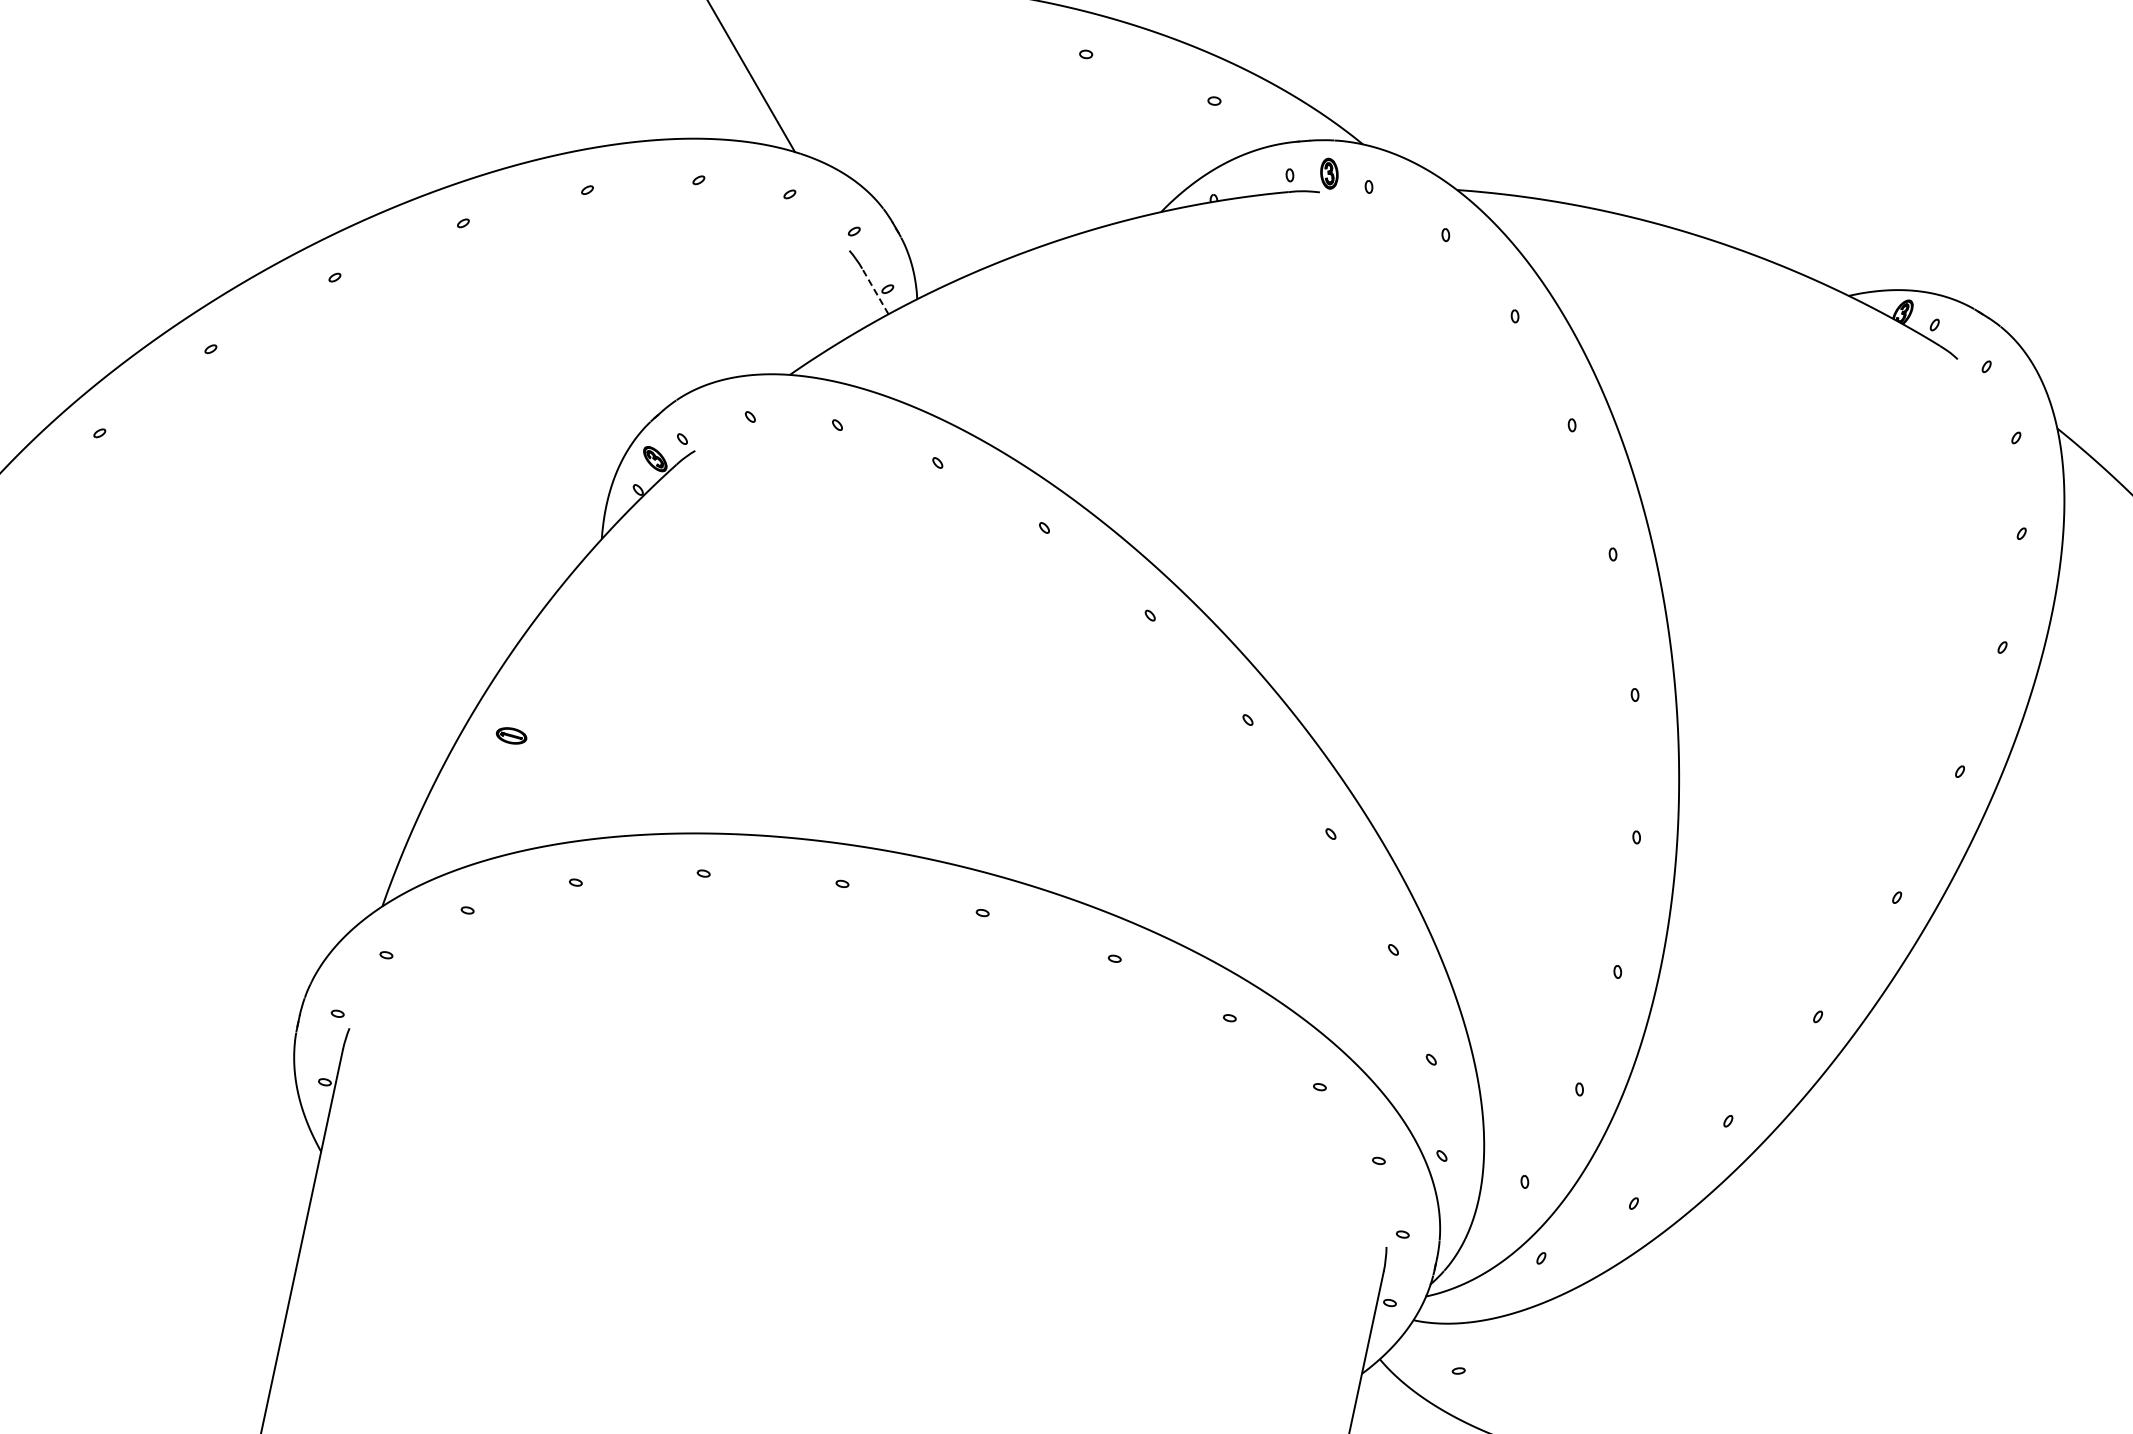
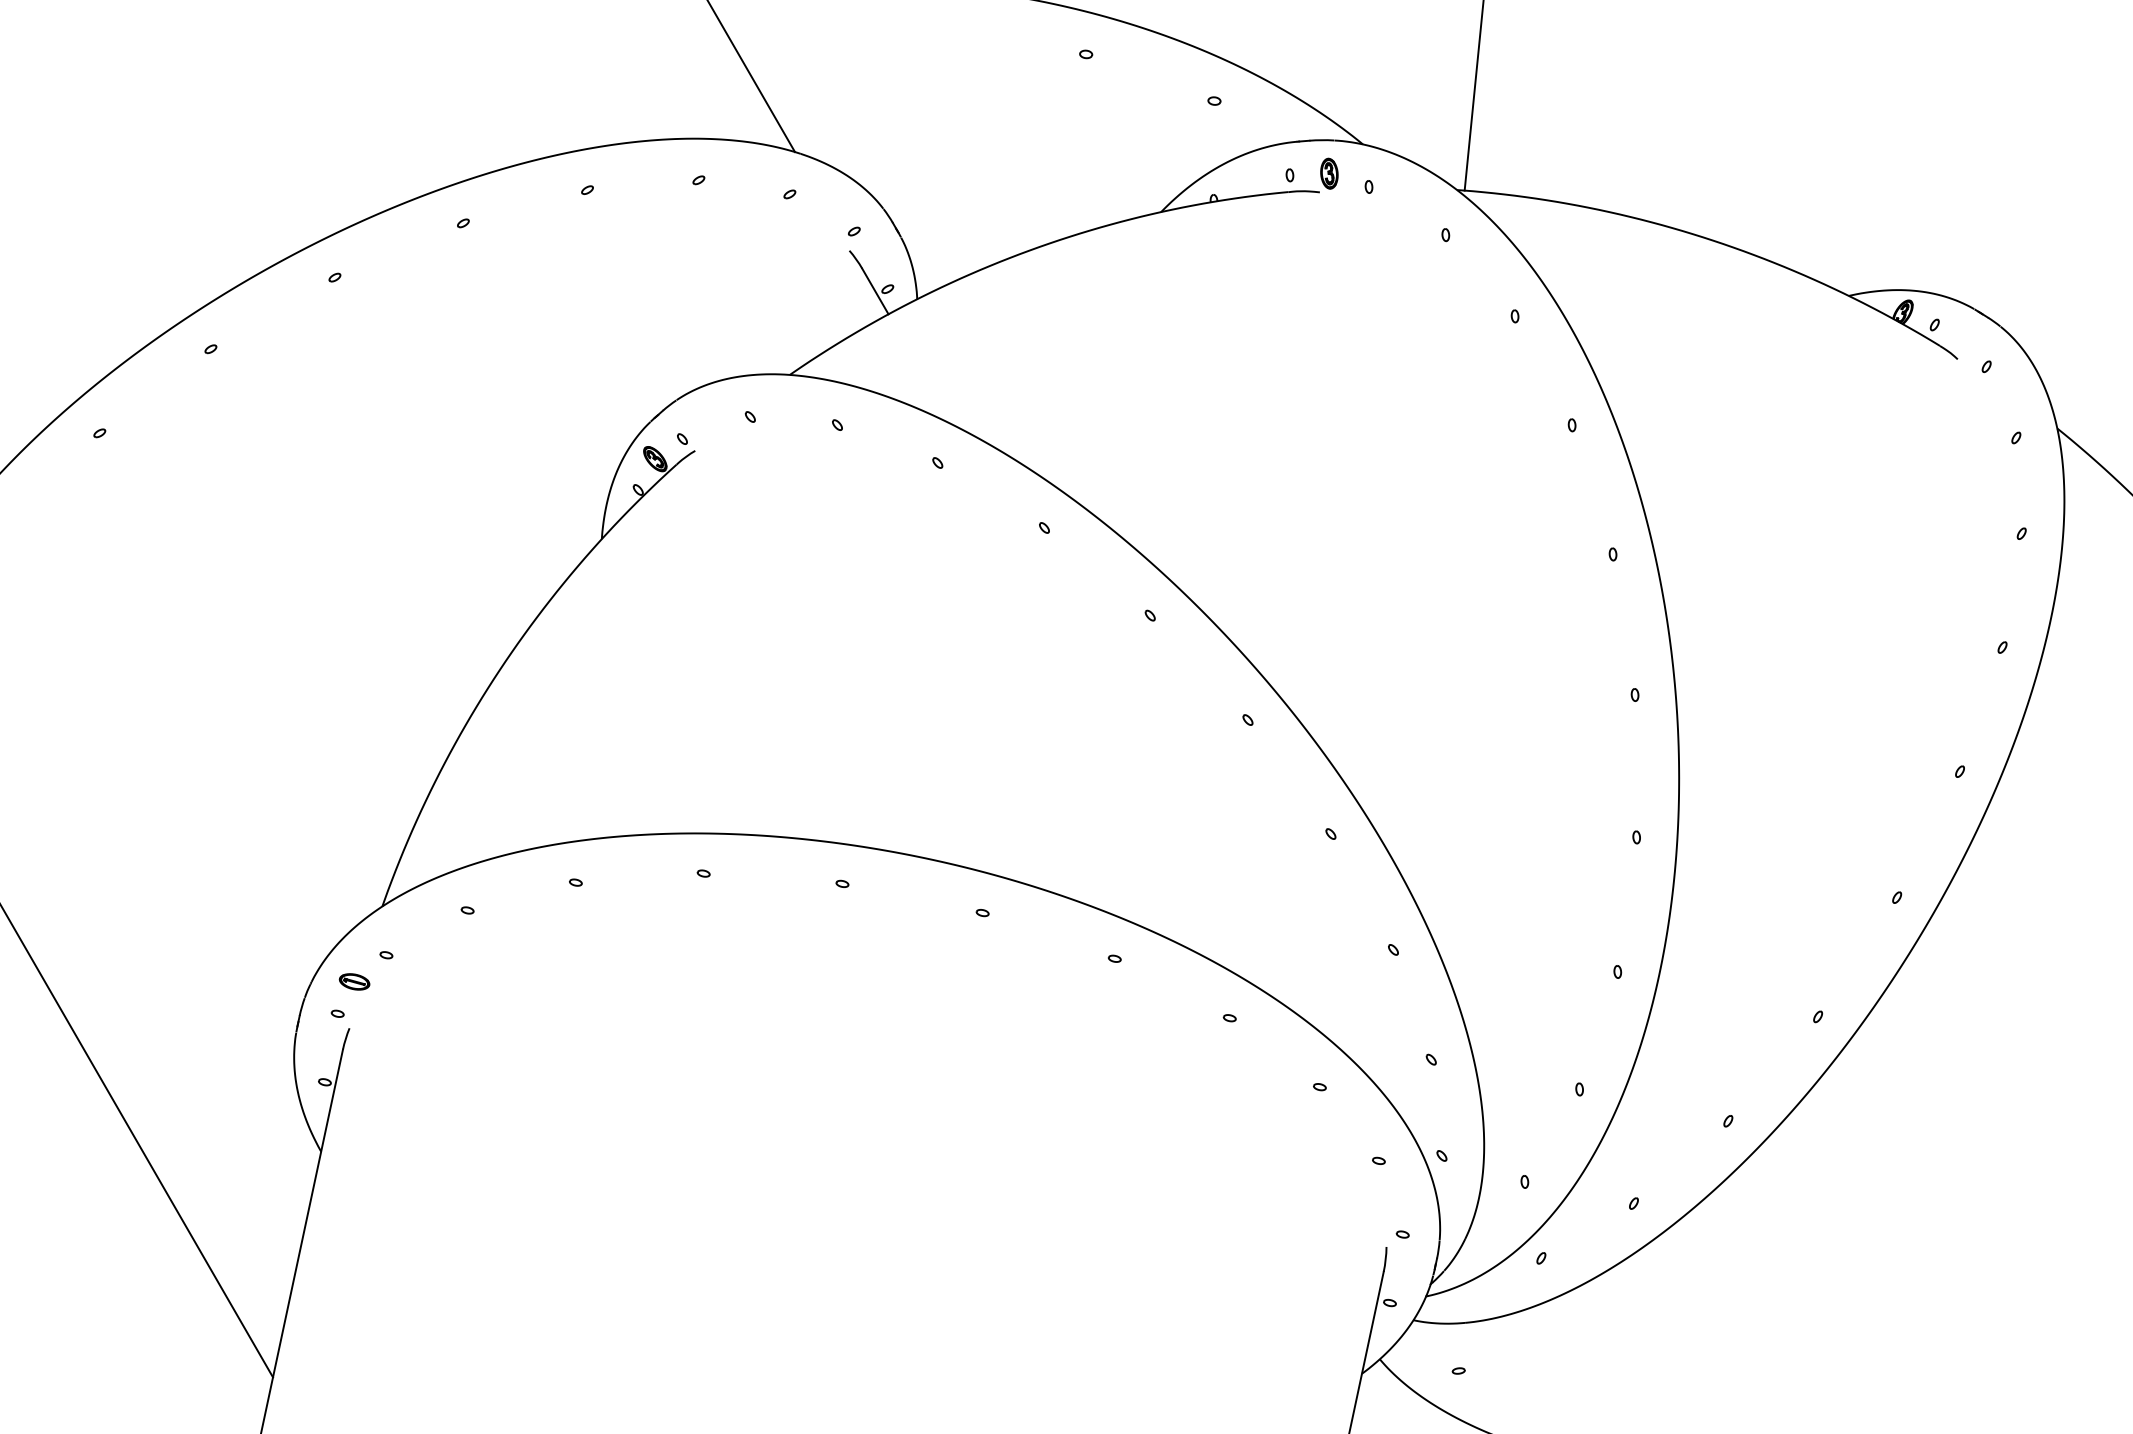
line at (1473, 96): none -> present
line at (875, 291): dashed -> solid
part at (511, 735) position: (511, 735) -> (354, 981)
line at (137, 1142): none -> present
